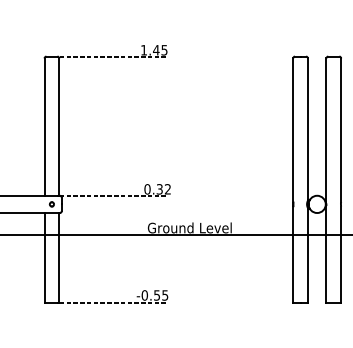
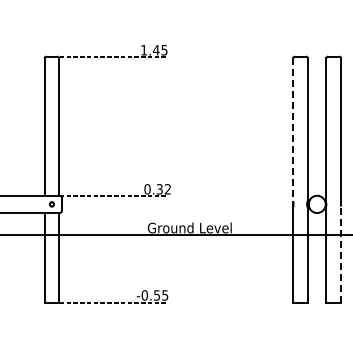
line at (293, 130): solid -> dashed
line at (341, 254): solid -> dashed
